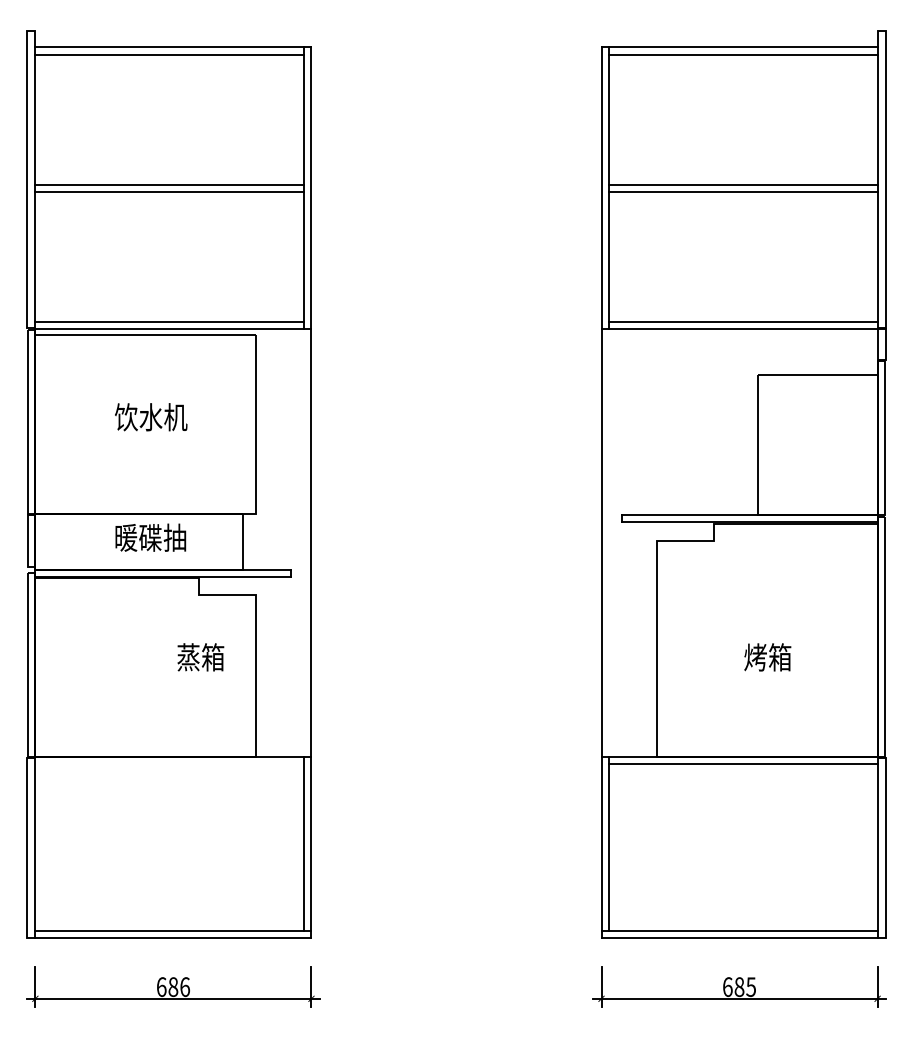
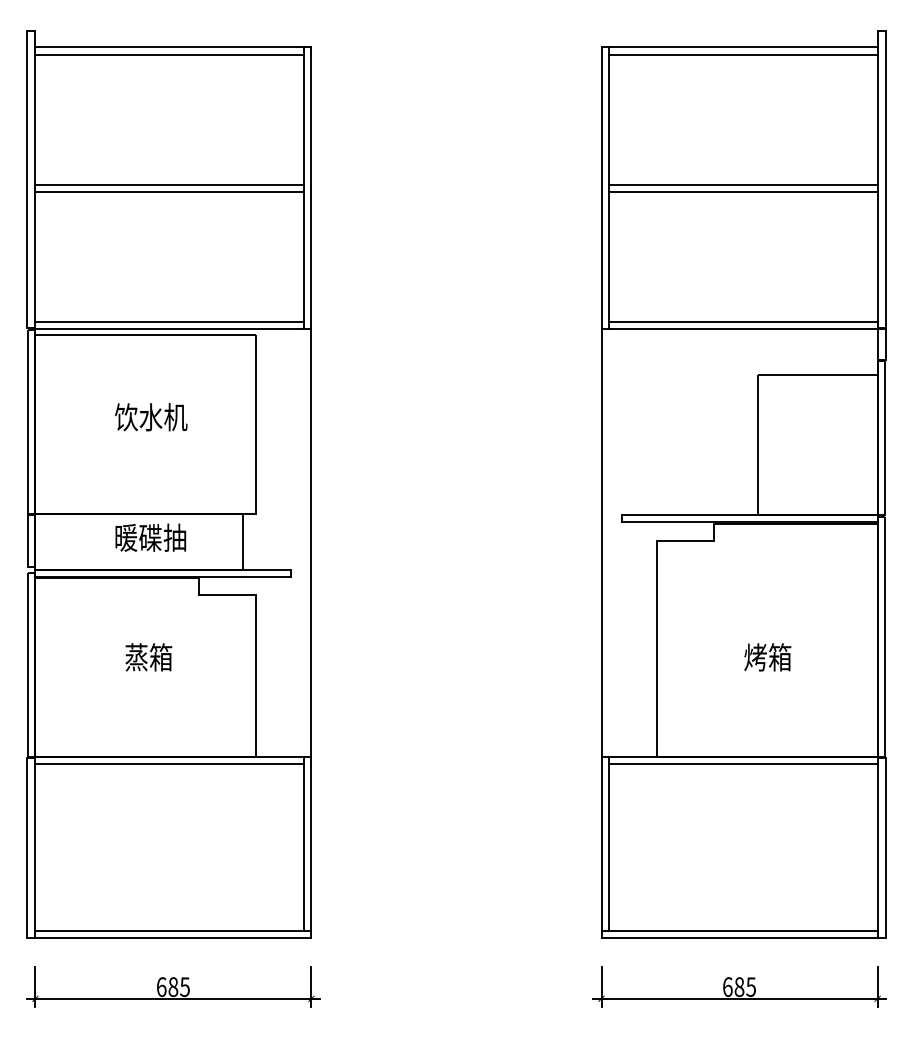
text at (200, 657) position: (200, 657) -> (148, 657)
line at (169, 763): none -> present
text at (185, 986): 686 -> 685
